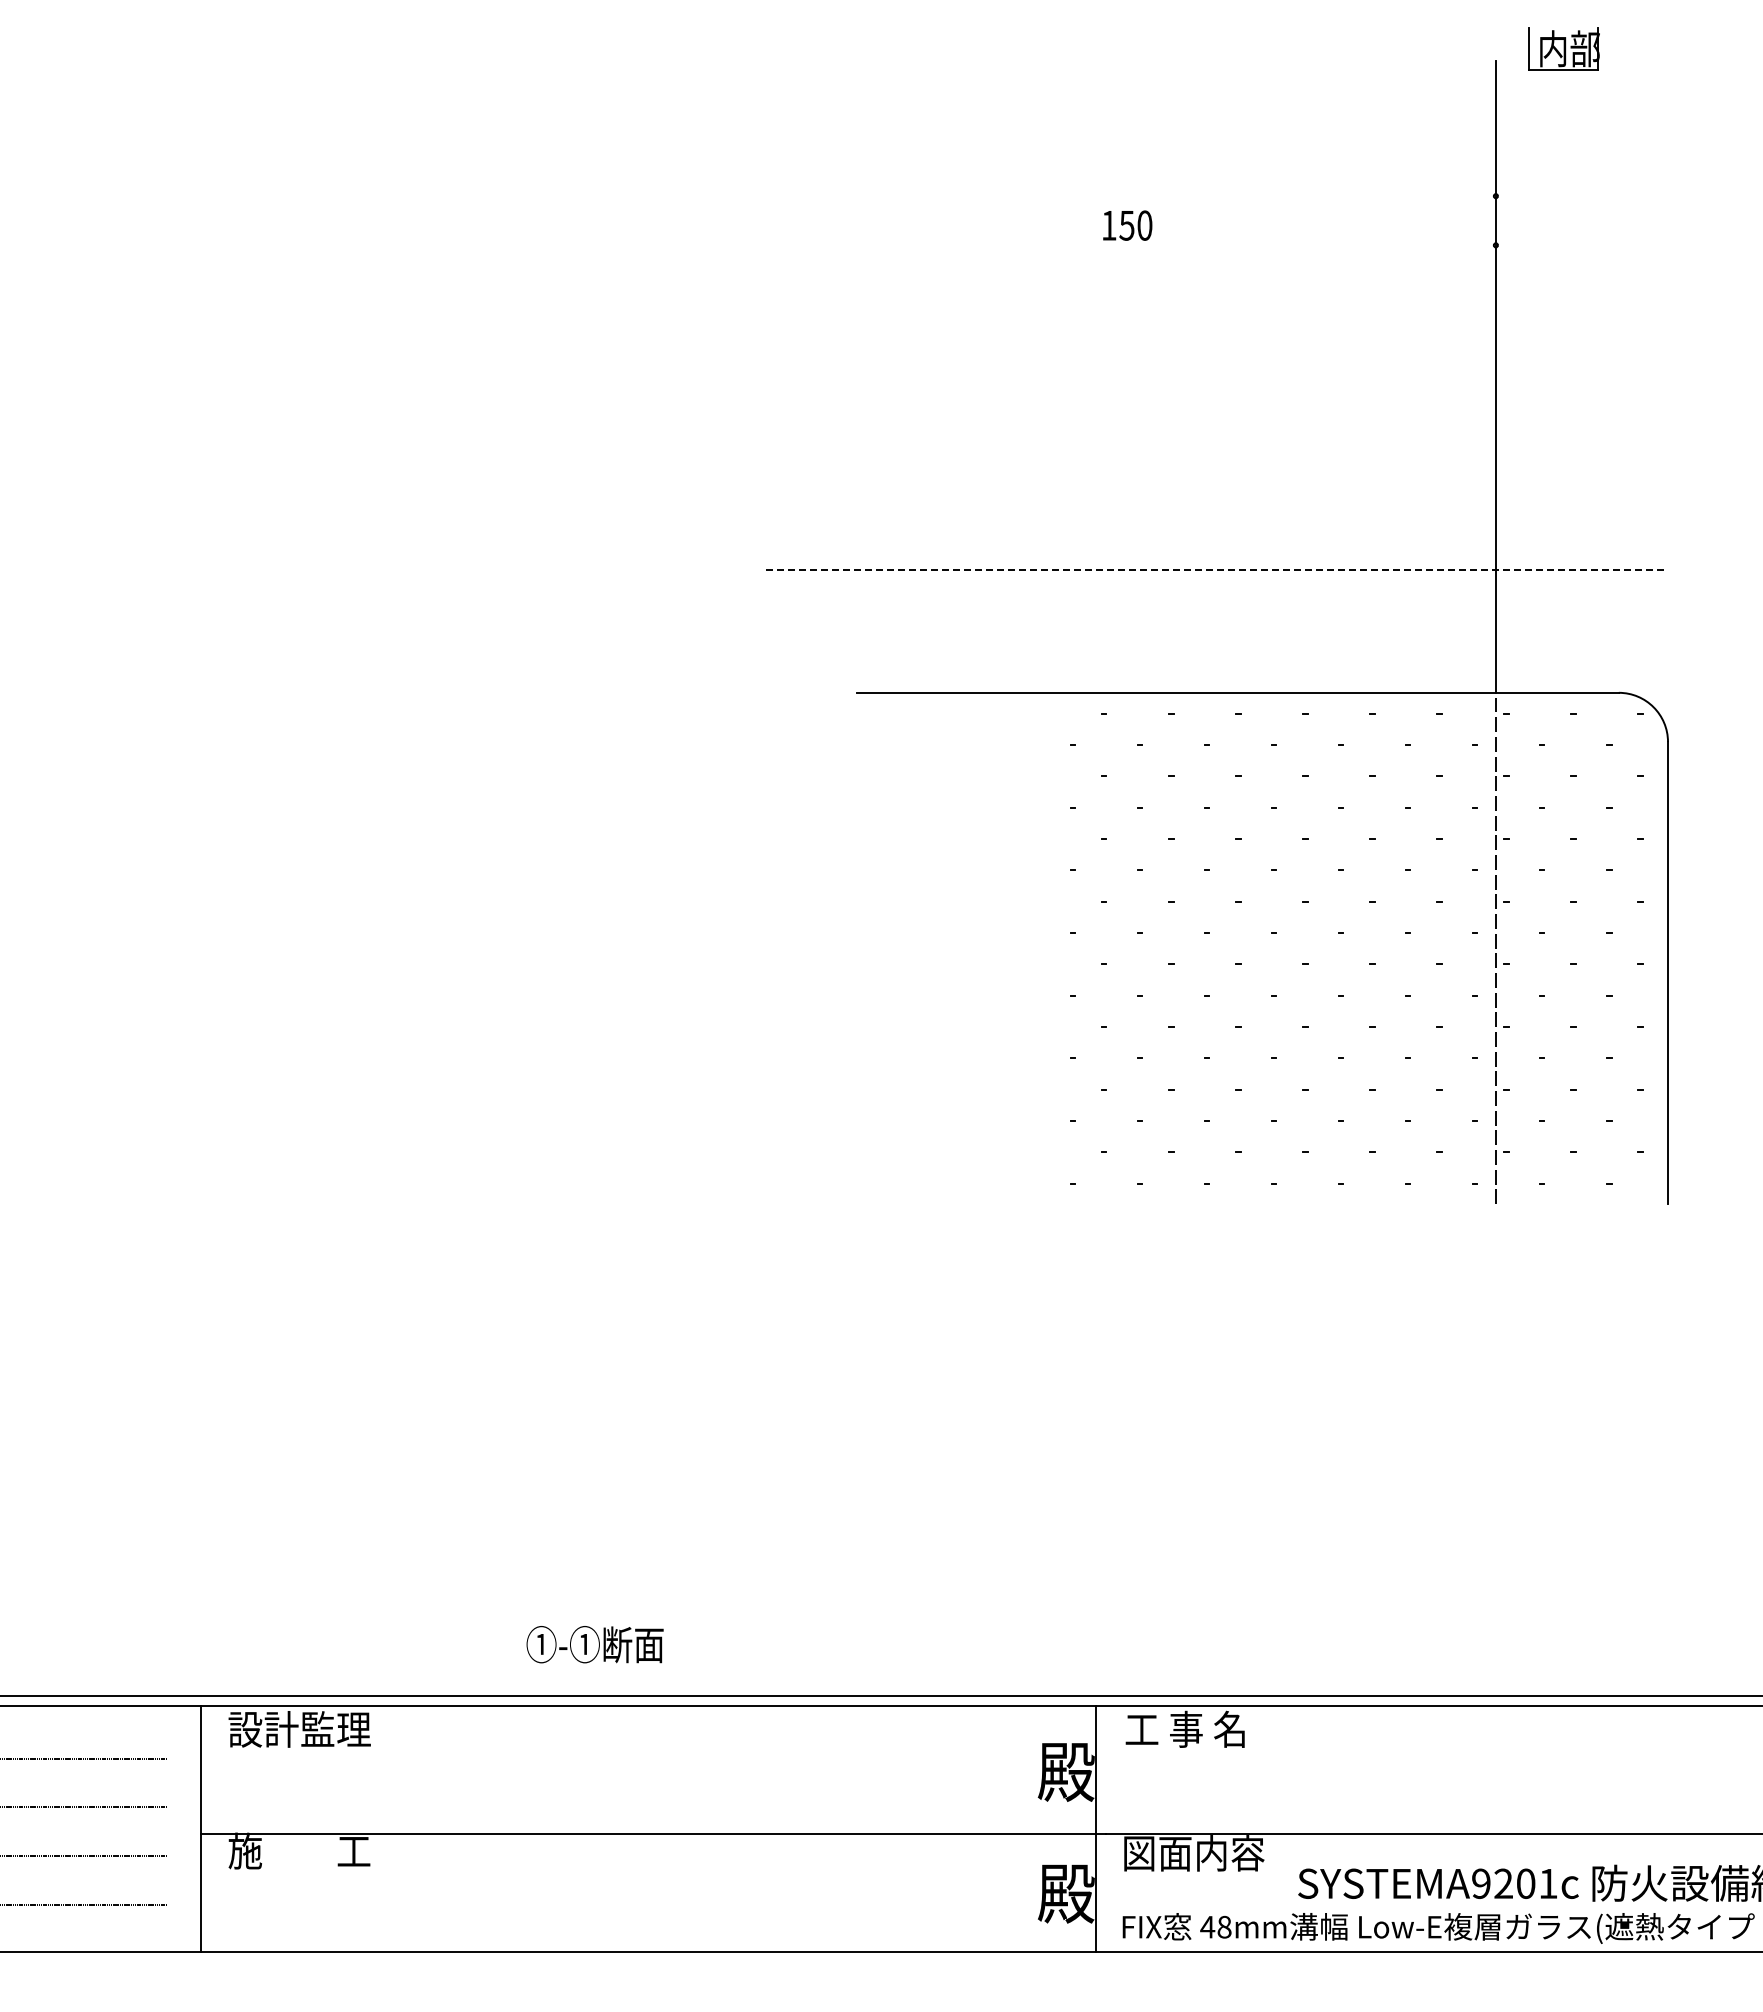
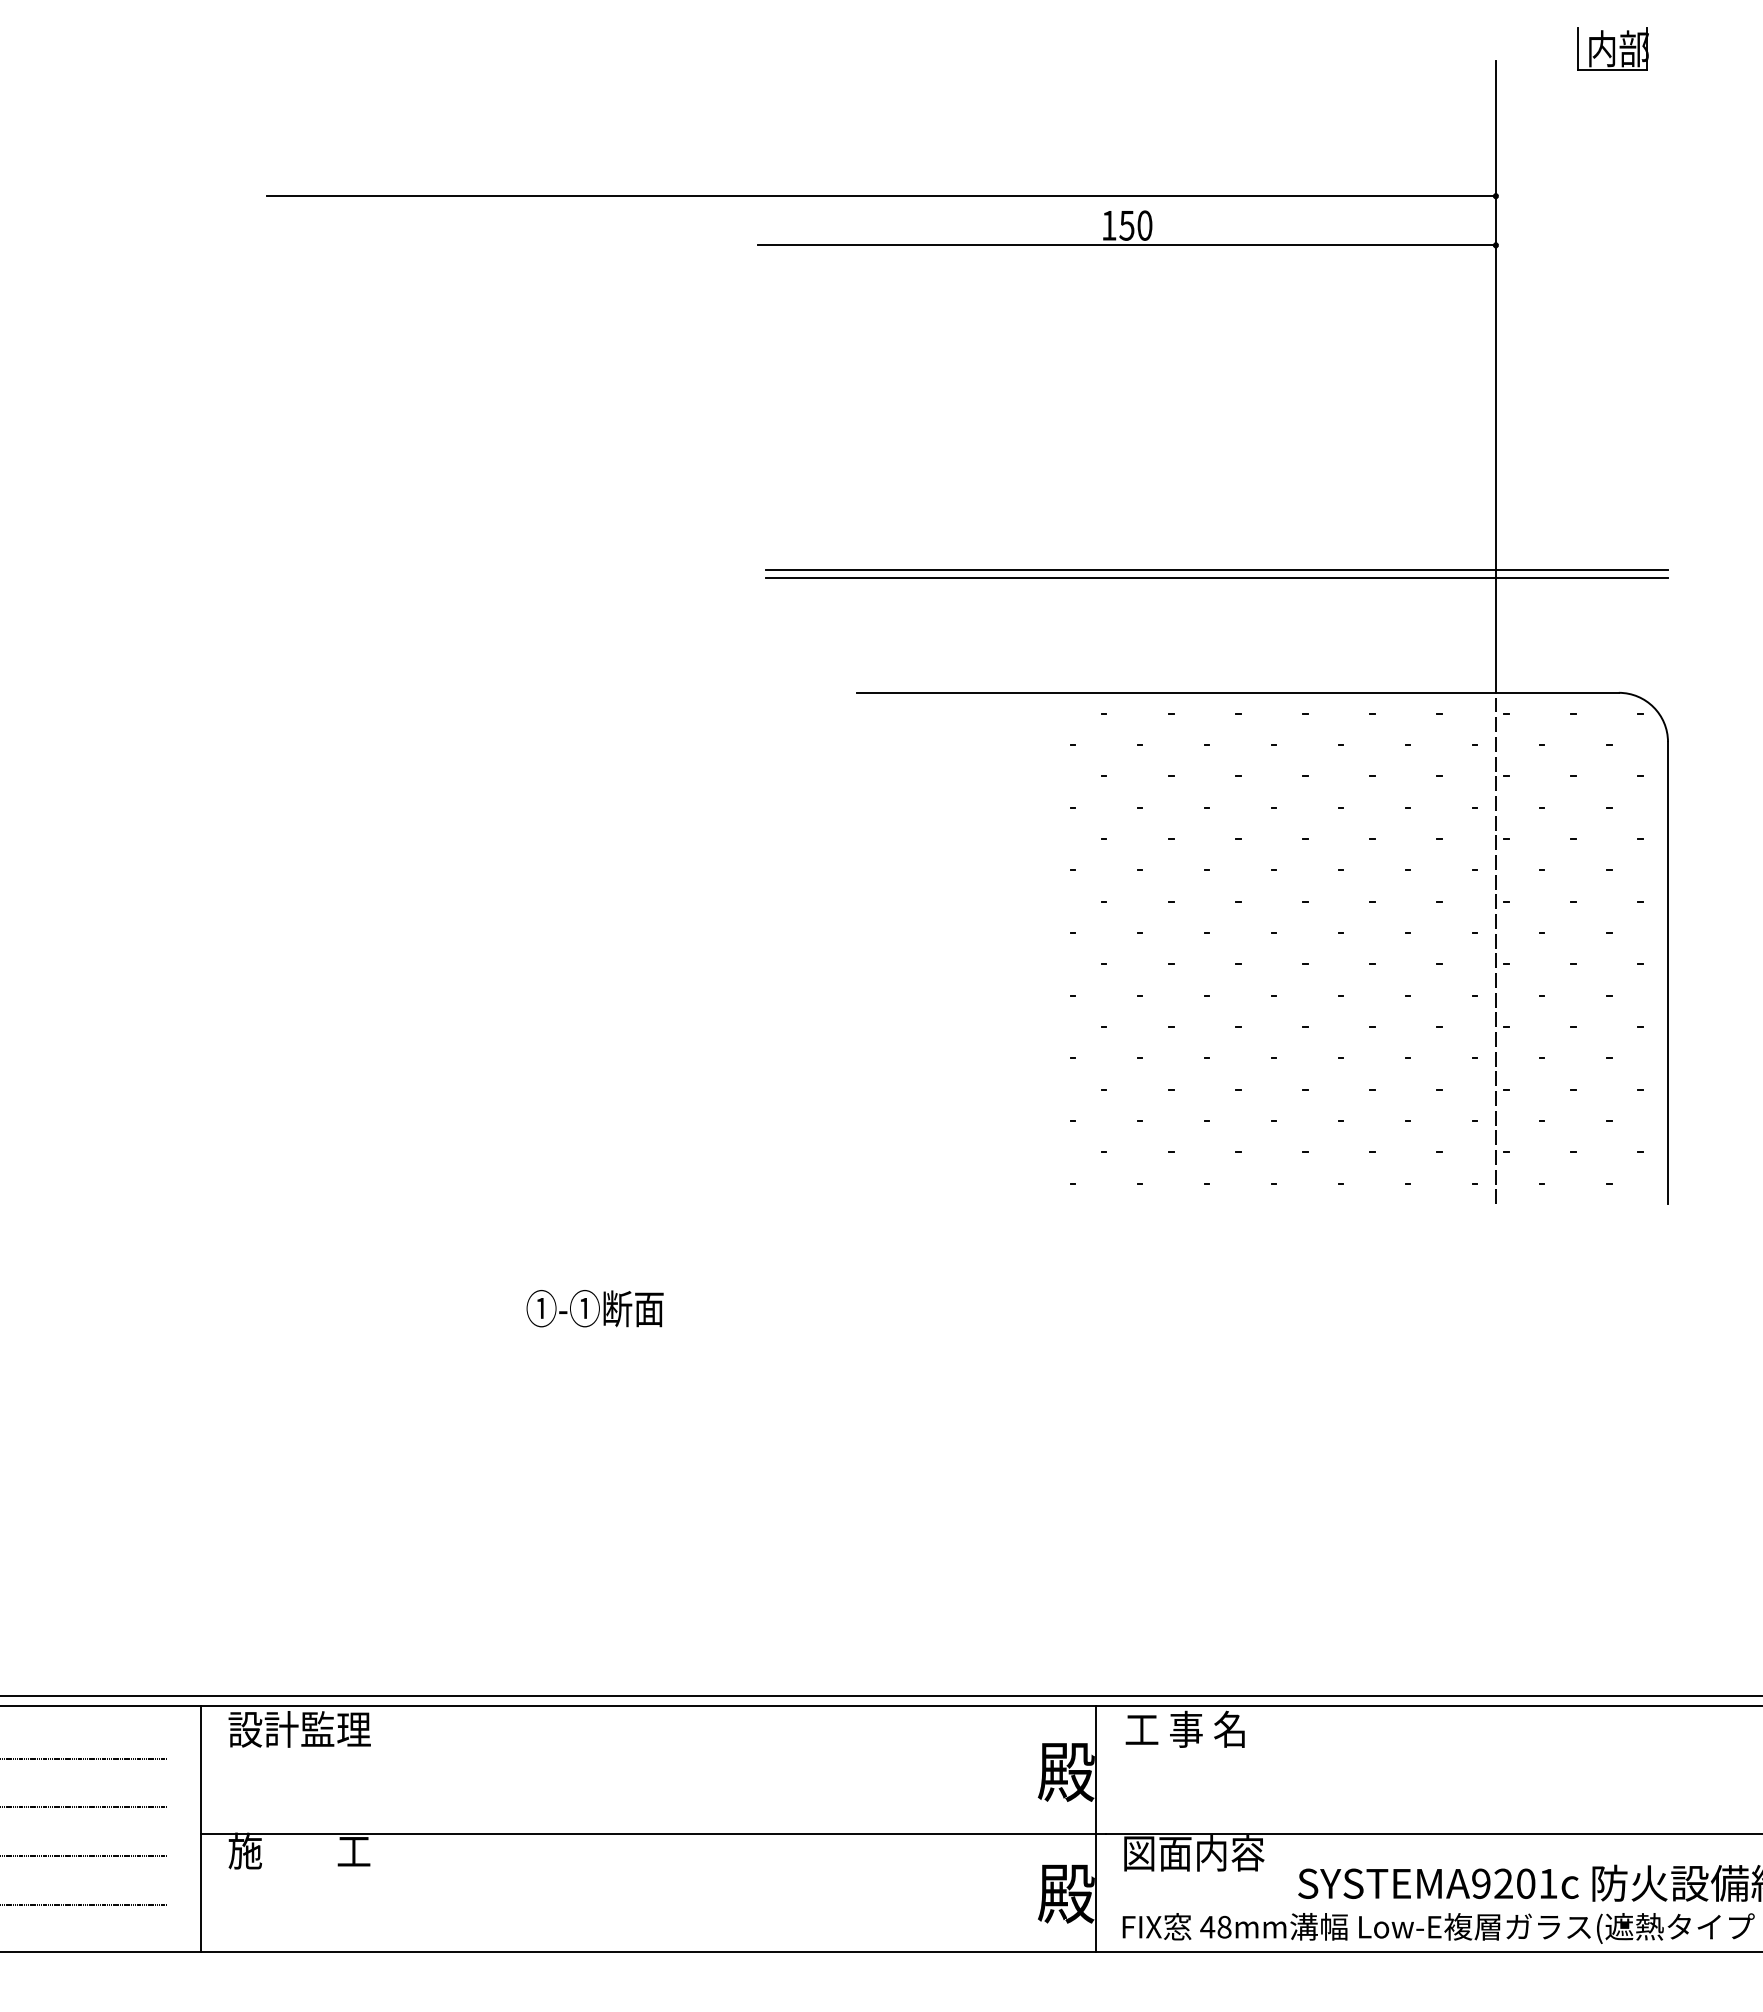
part at (1563, 48) position: (1563, 48) -> (1612, 48)
line at (880, 196): none -> present
line at (1126, 245): none -> present
line at (1217, 569): dashed -> solid
line at (1217, 577): none -> present
text at (594, 1644) position: (594, 1644) -> (594, 1308)
